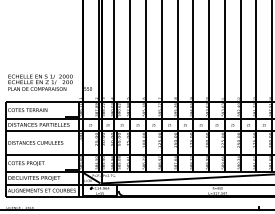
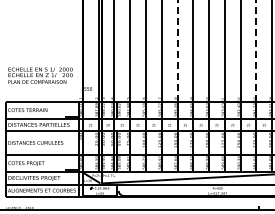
line at (177, 51): solid -> dashed
line at (256, 51): solid -> dashed
text at (40, 82) position: (40, 82) -> (40, 75)
